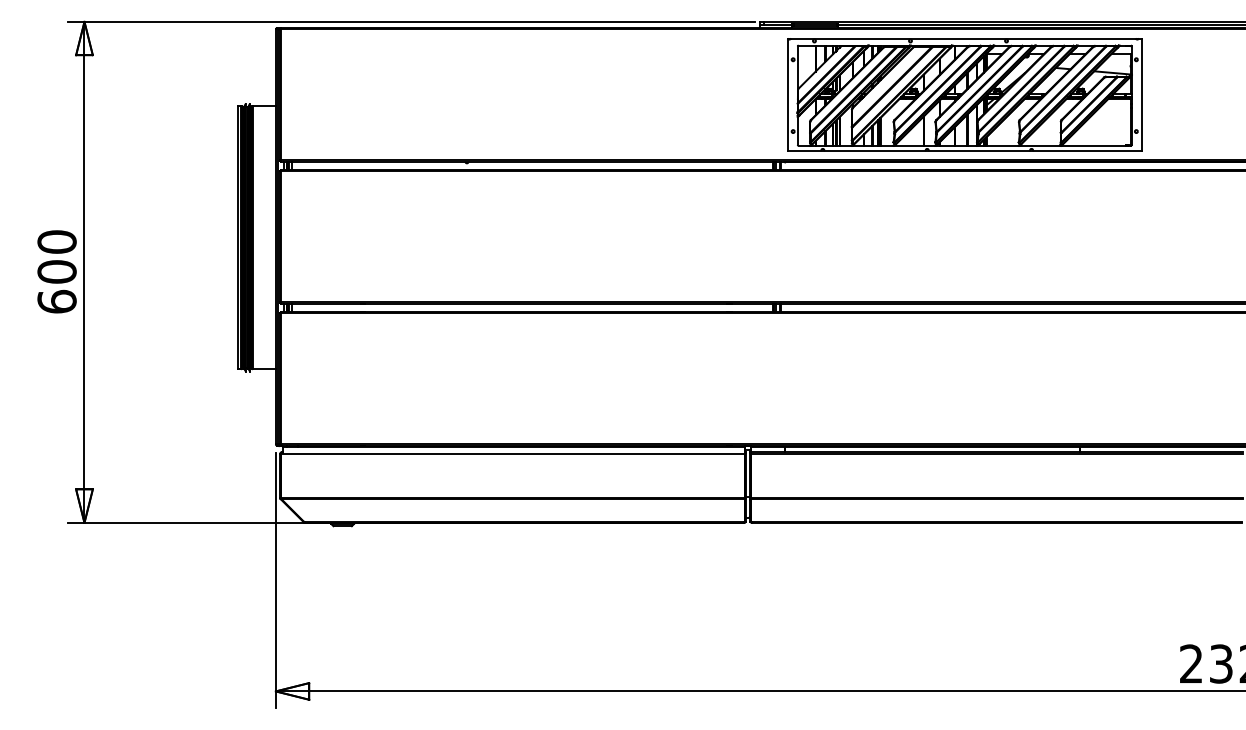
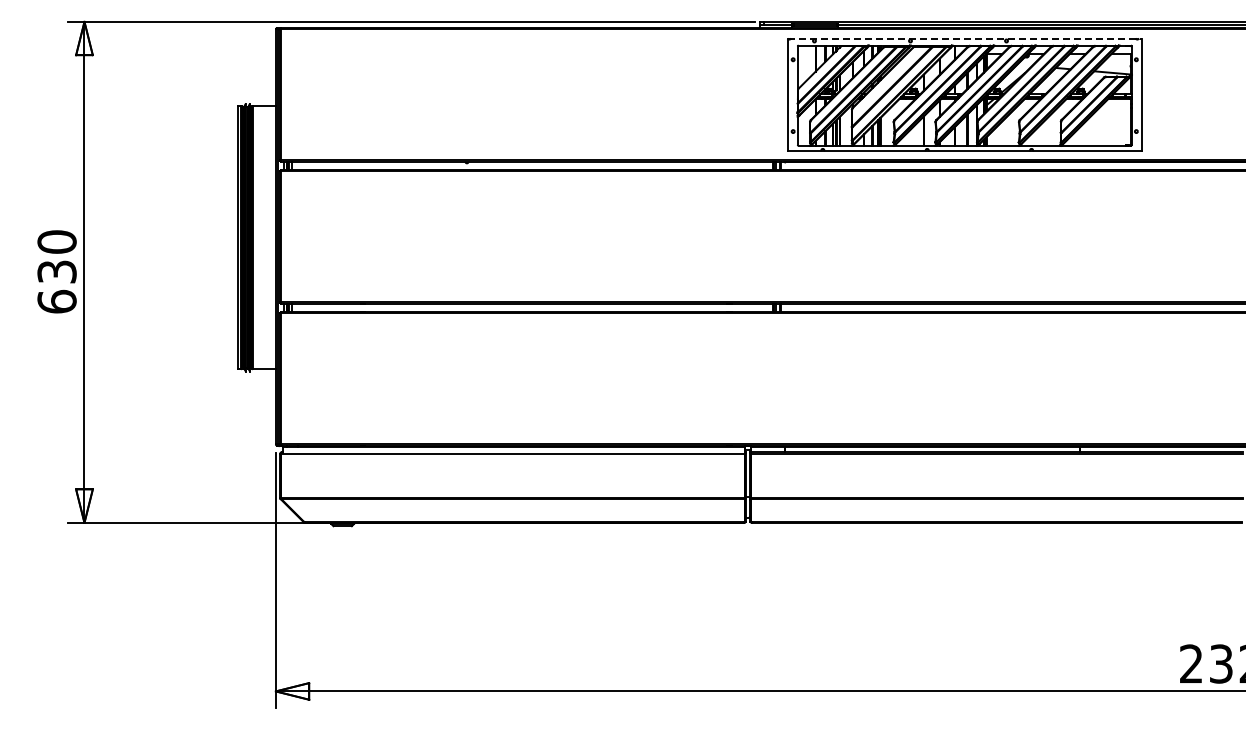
line at (965, 38): solid -> dashed
text at (56, 271): 600 -> 630
